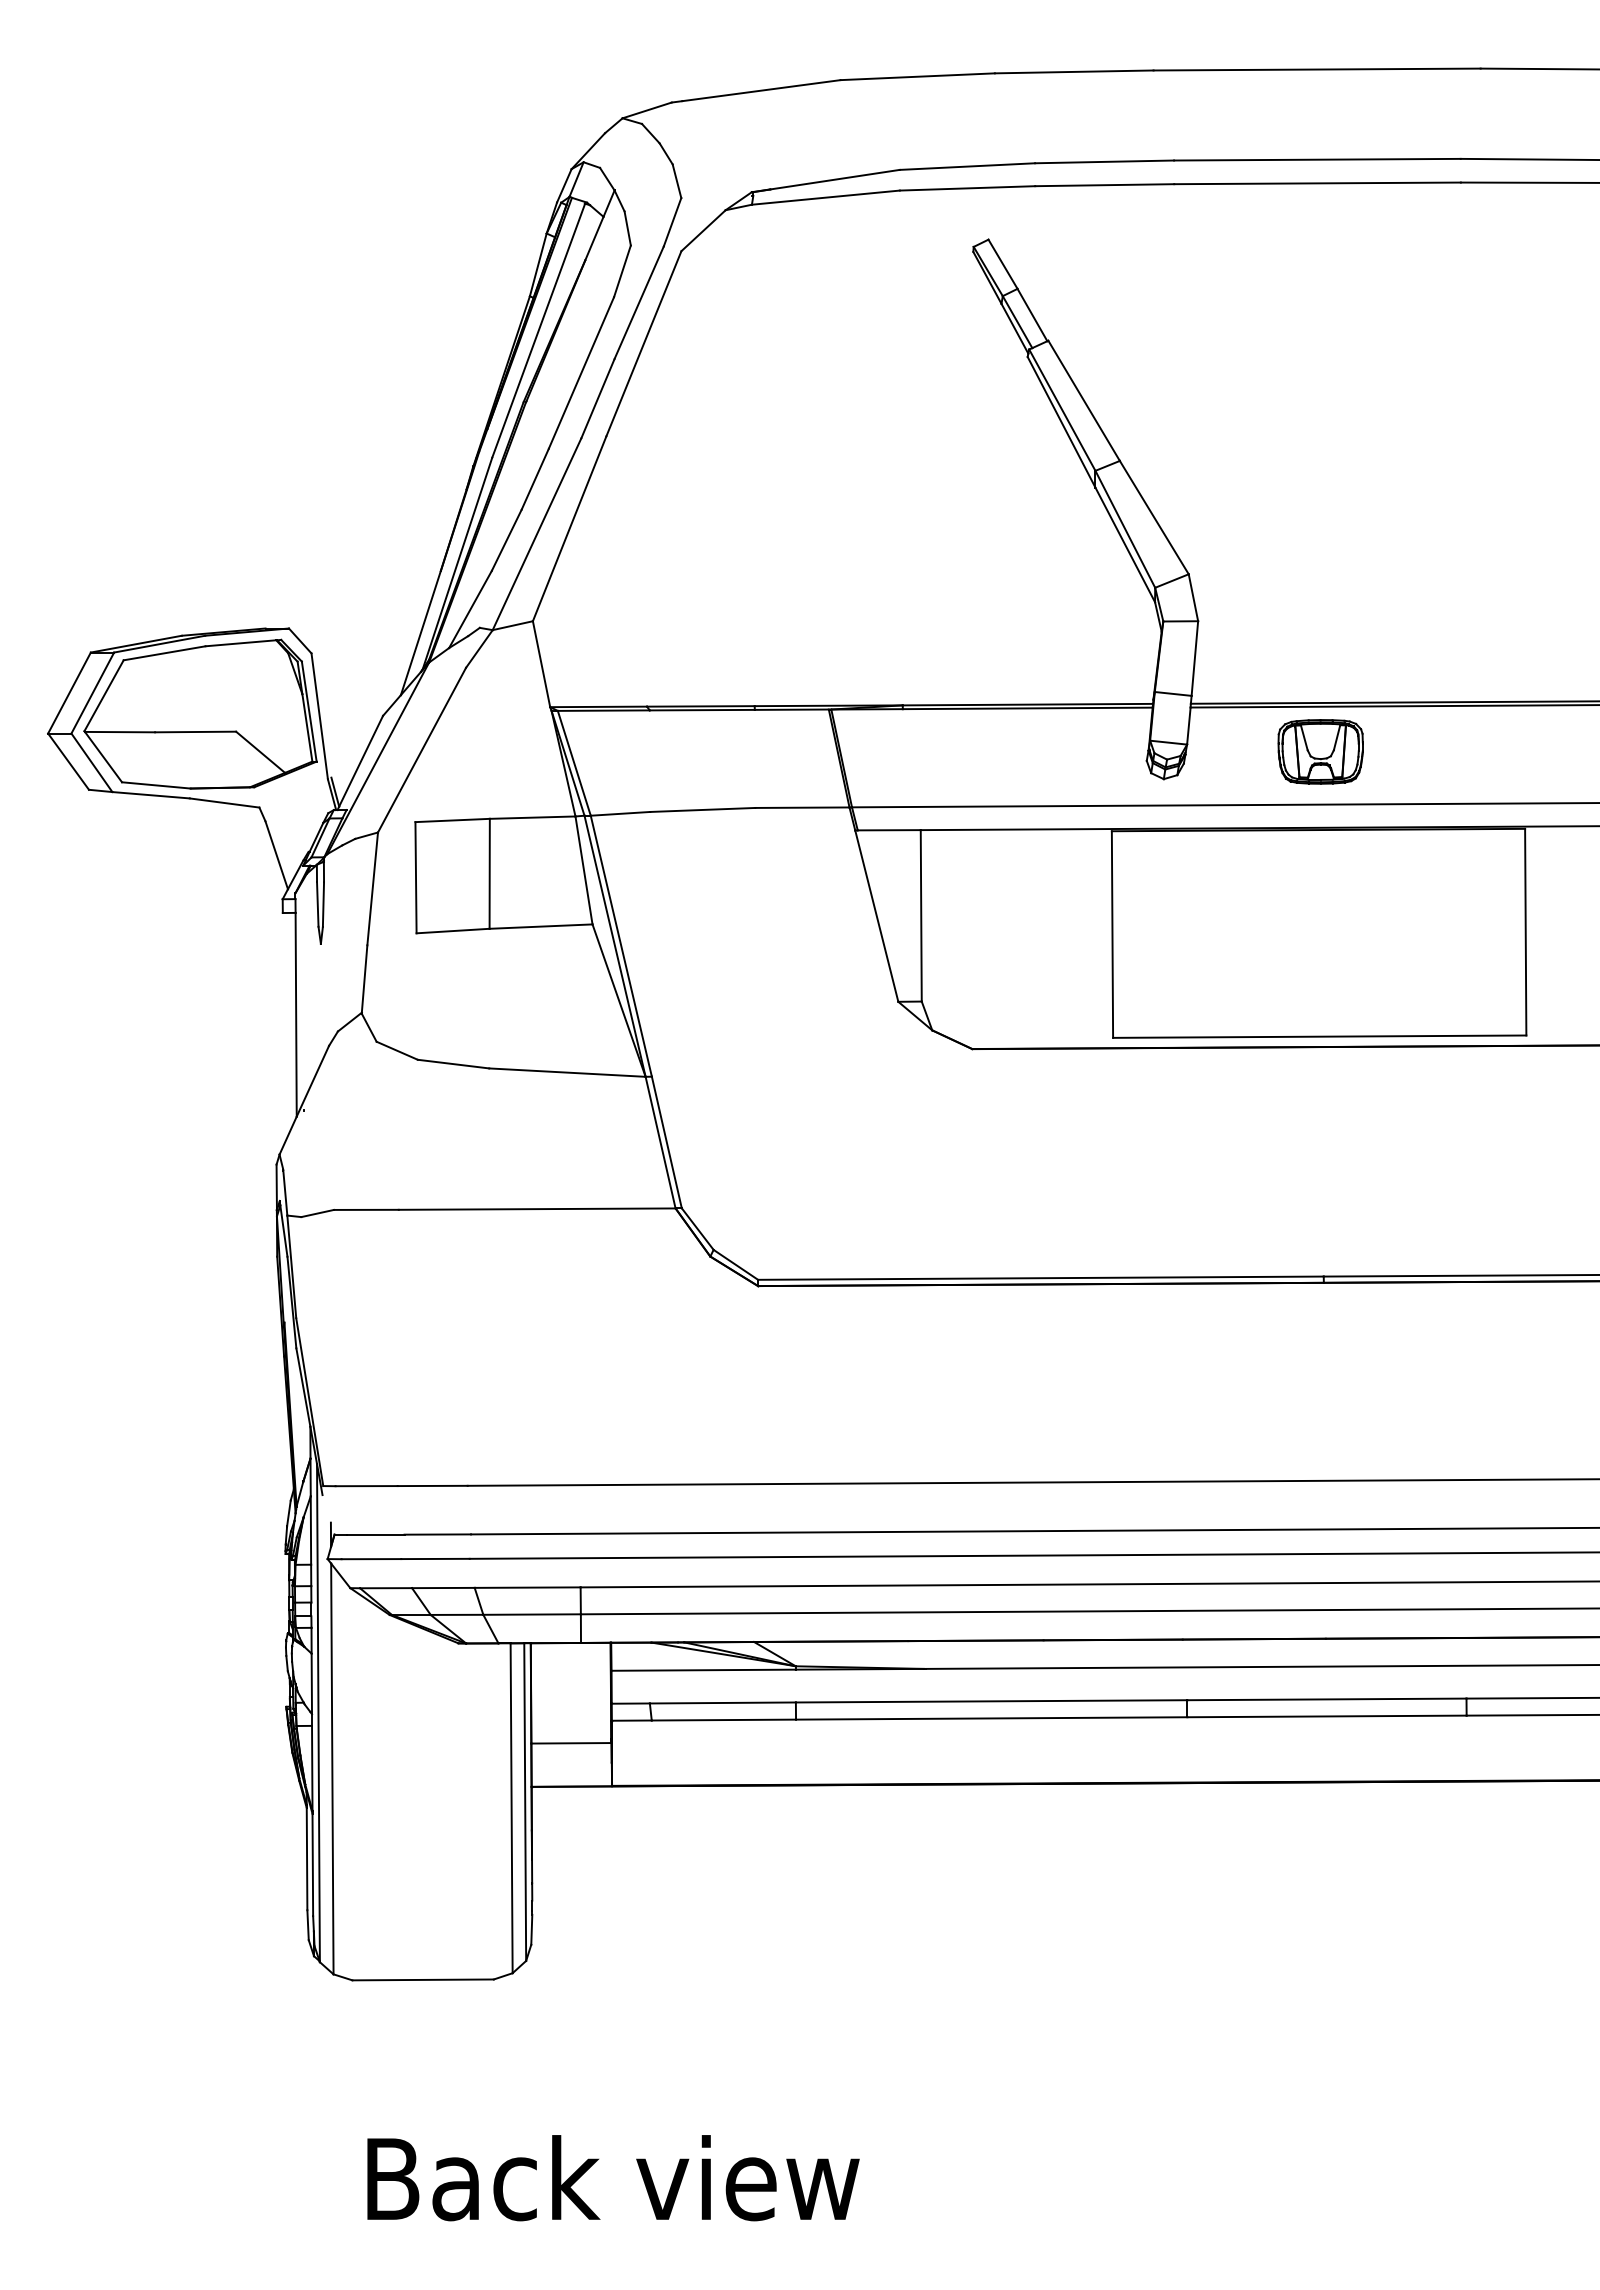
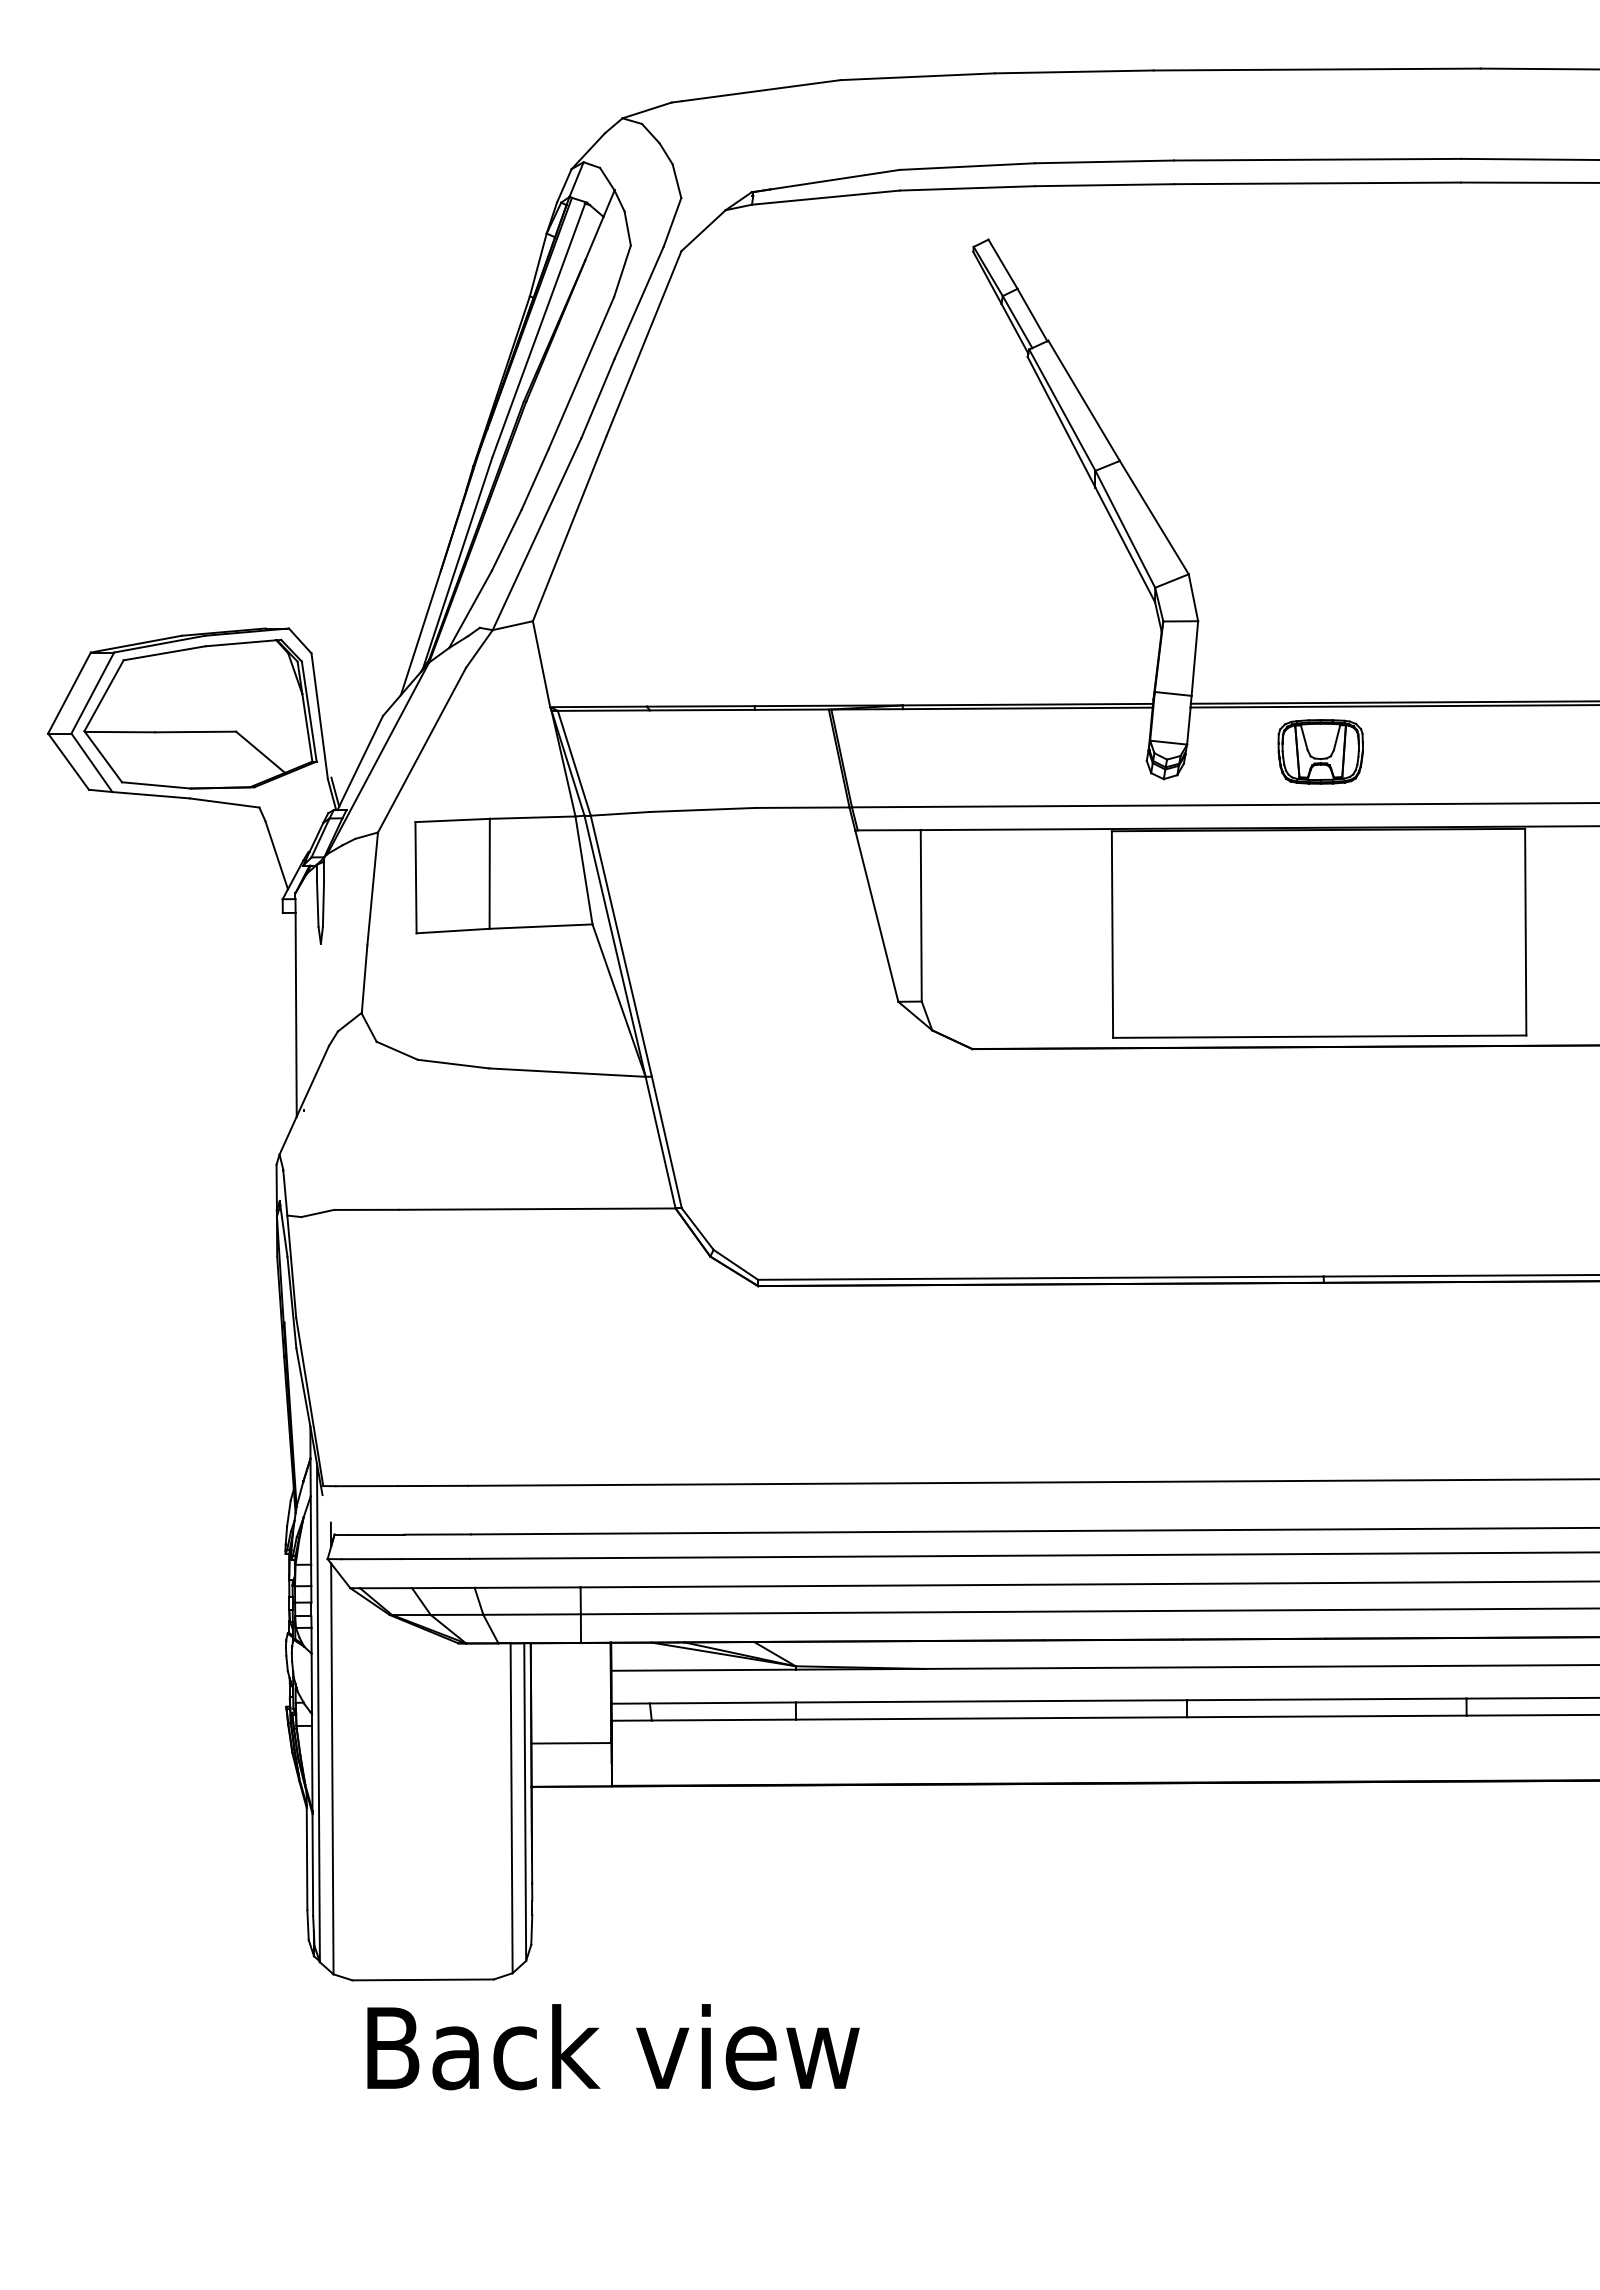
text at (613, 2178) position: (613, 2178) -> (613, 2047)
